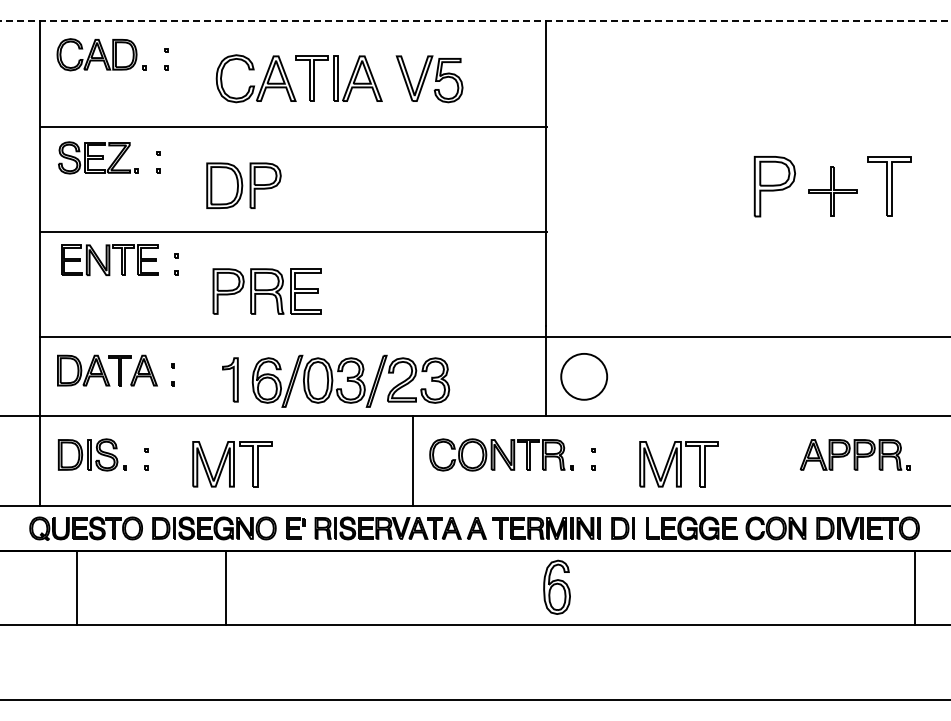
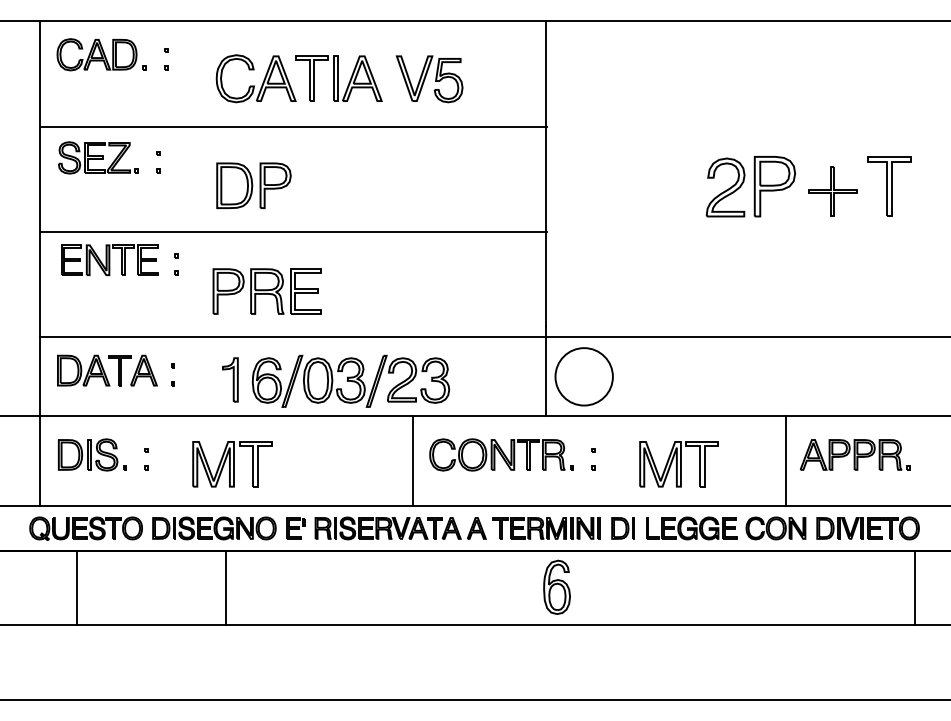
line at (475, 21): dashed -> solid
part at (243, 185) position: (243, 185) -> (253, 185)
part at (725, 187): none -> present
circle at (584, 376) diameter: 46 px -> 57 px
line at (785, 460): none -> present
